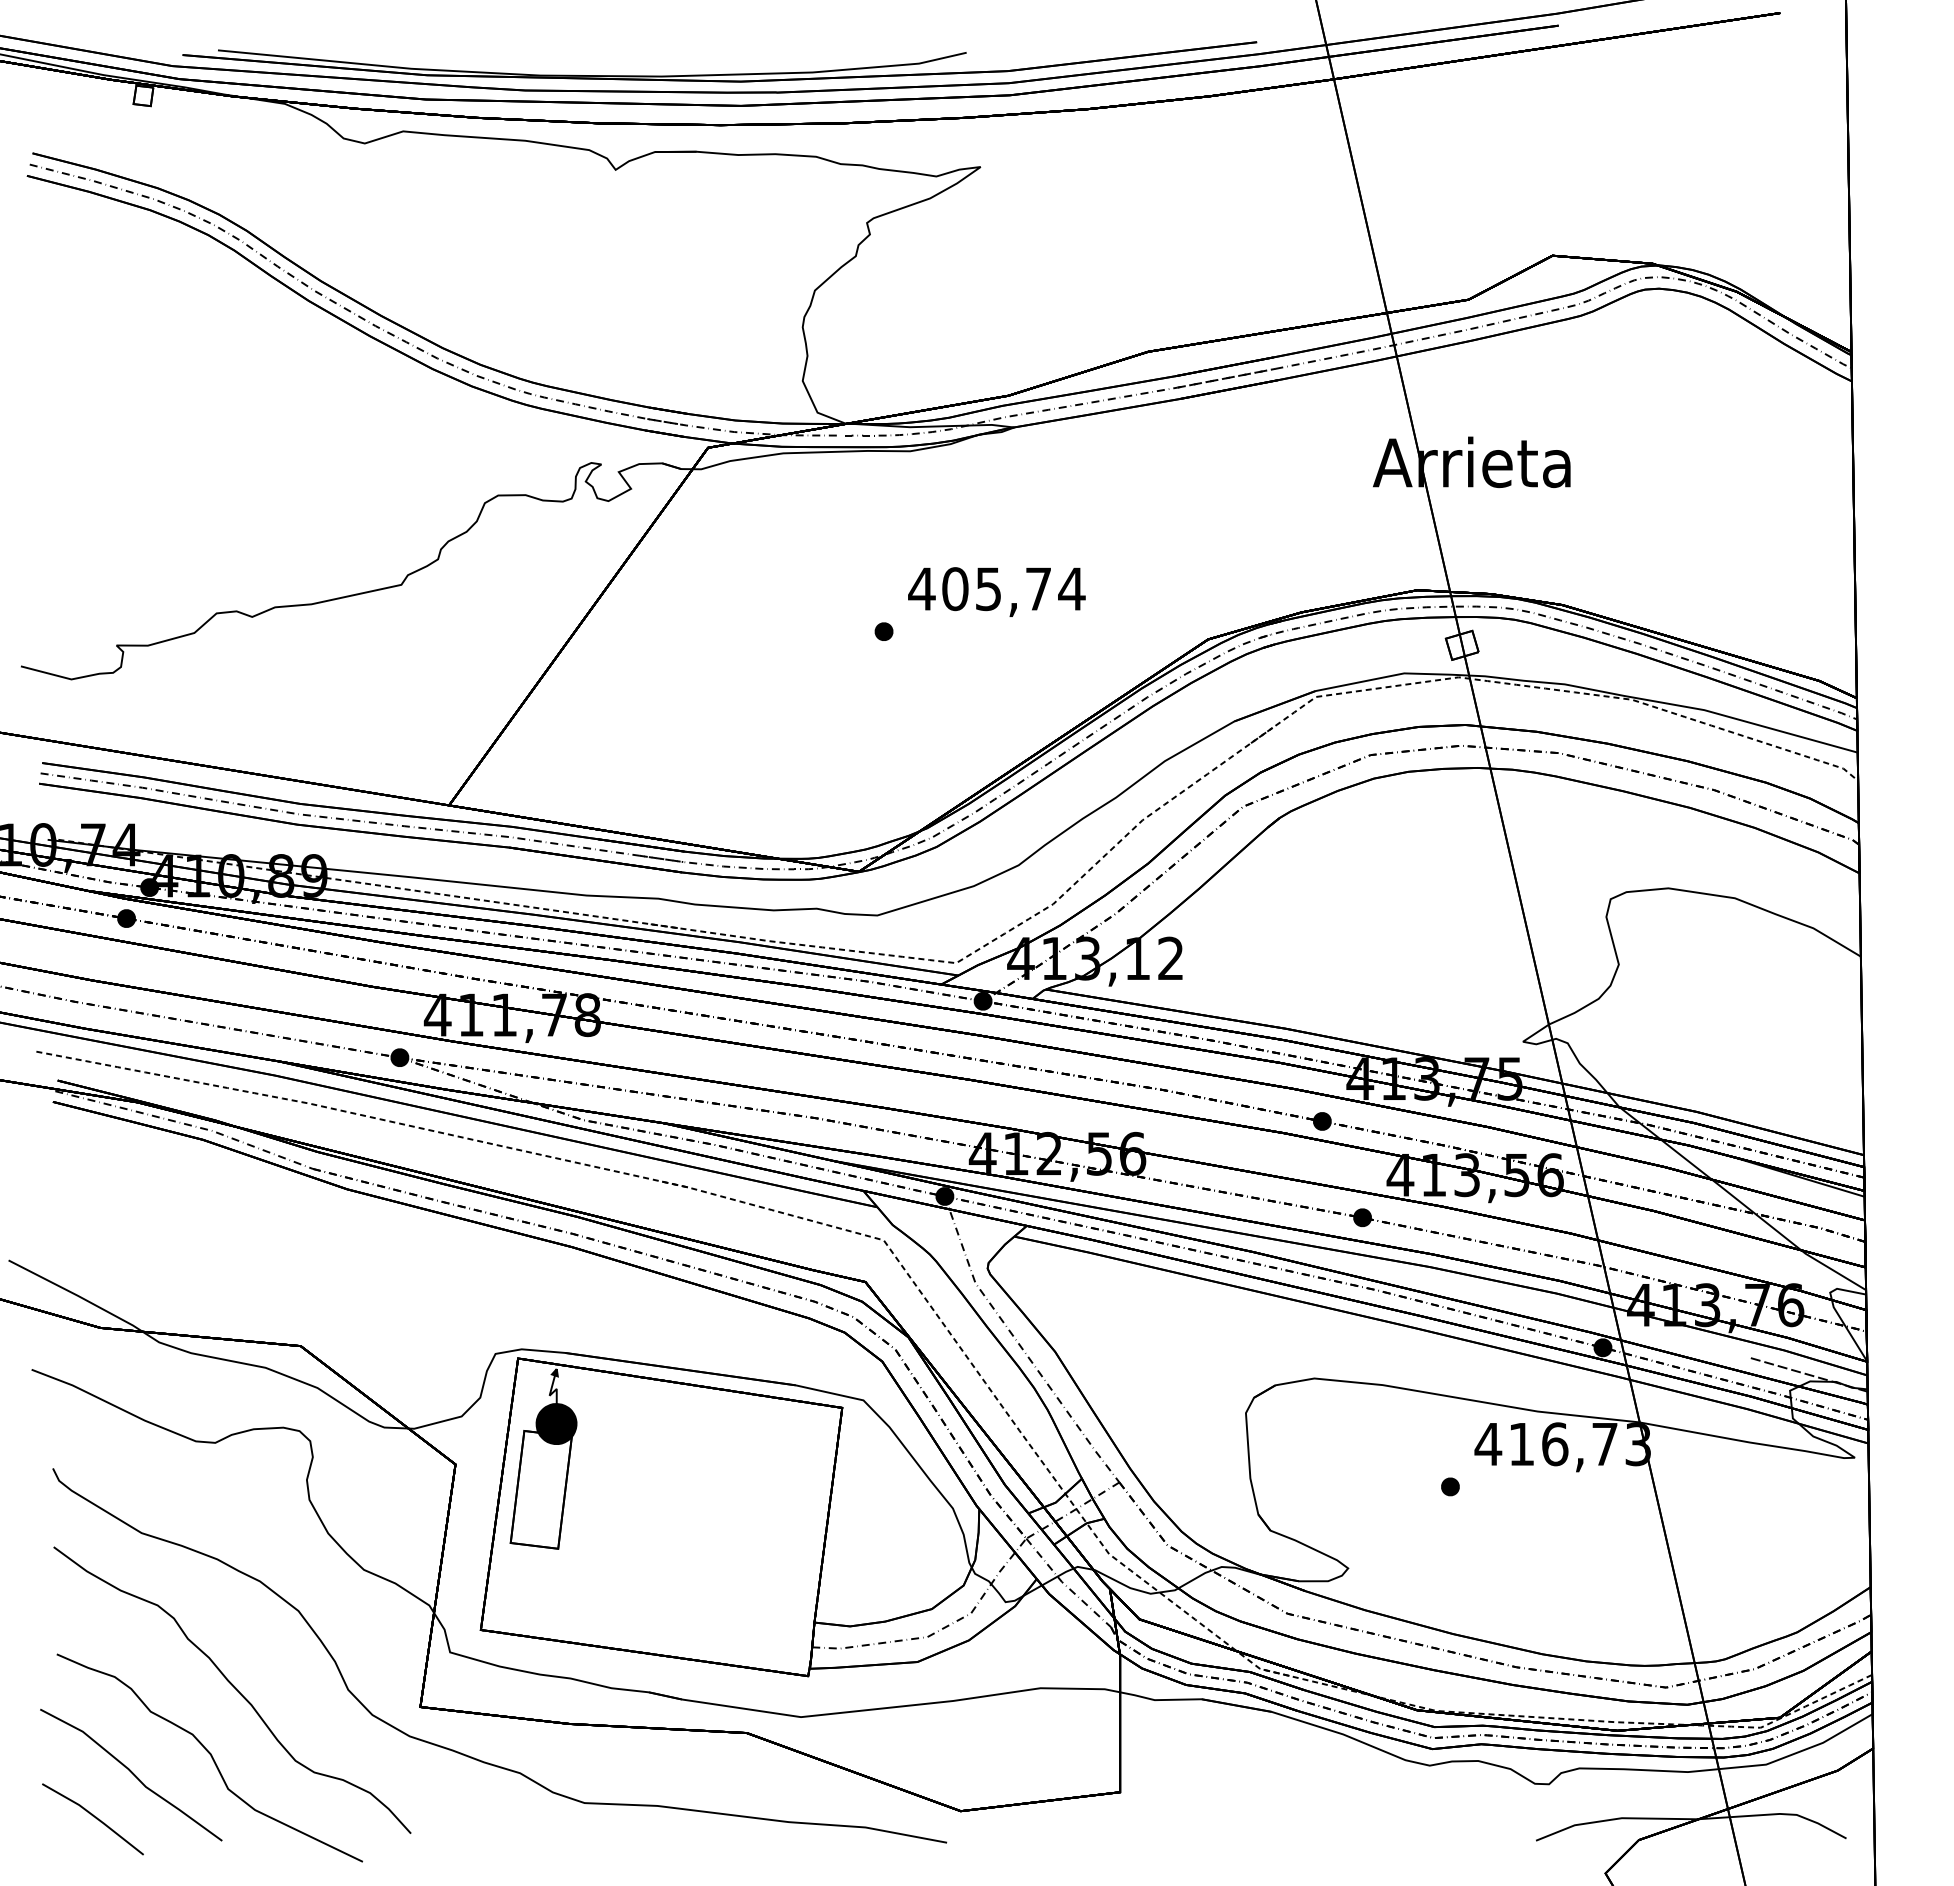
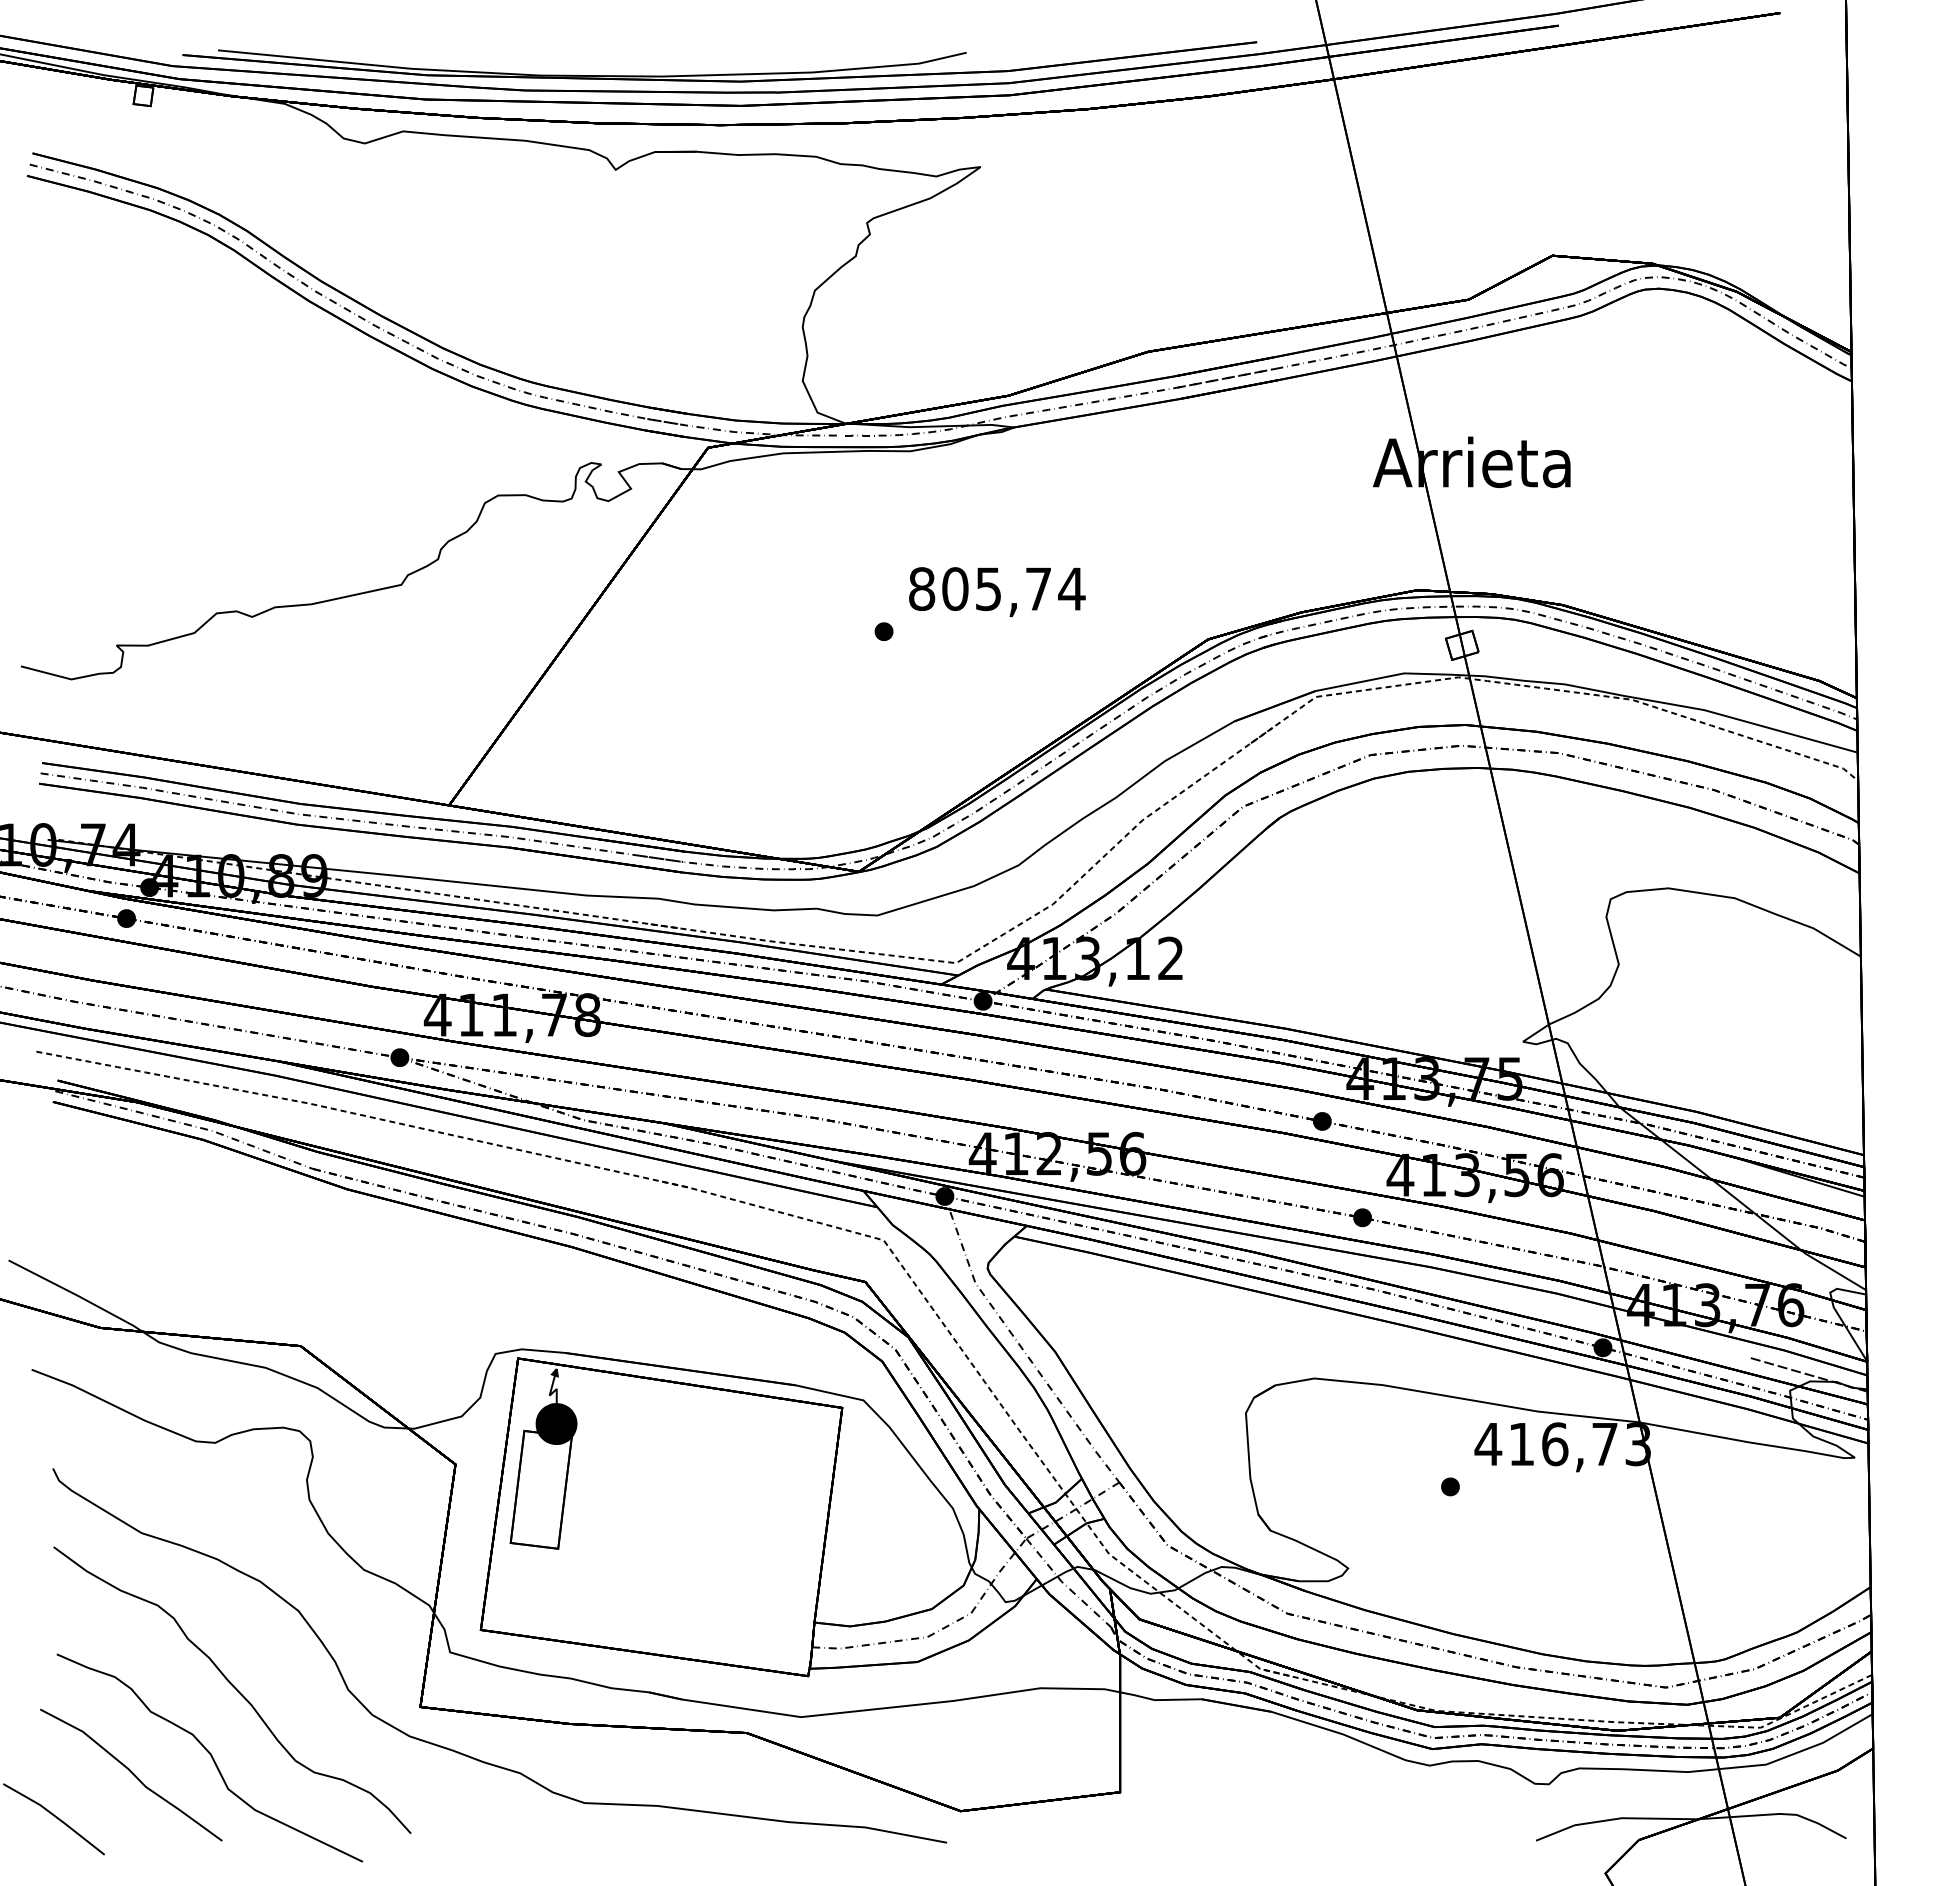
text at (921, 589): 405,74 -> 805,74
line at (94, 1817) position: (94, 1817) -> (55, 1817)
